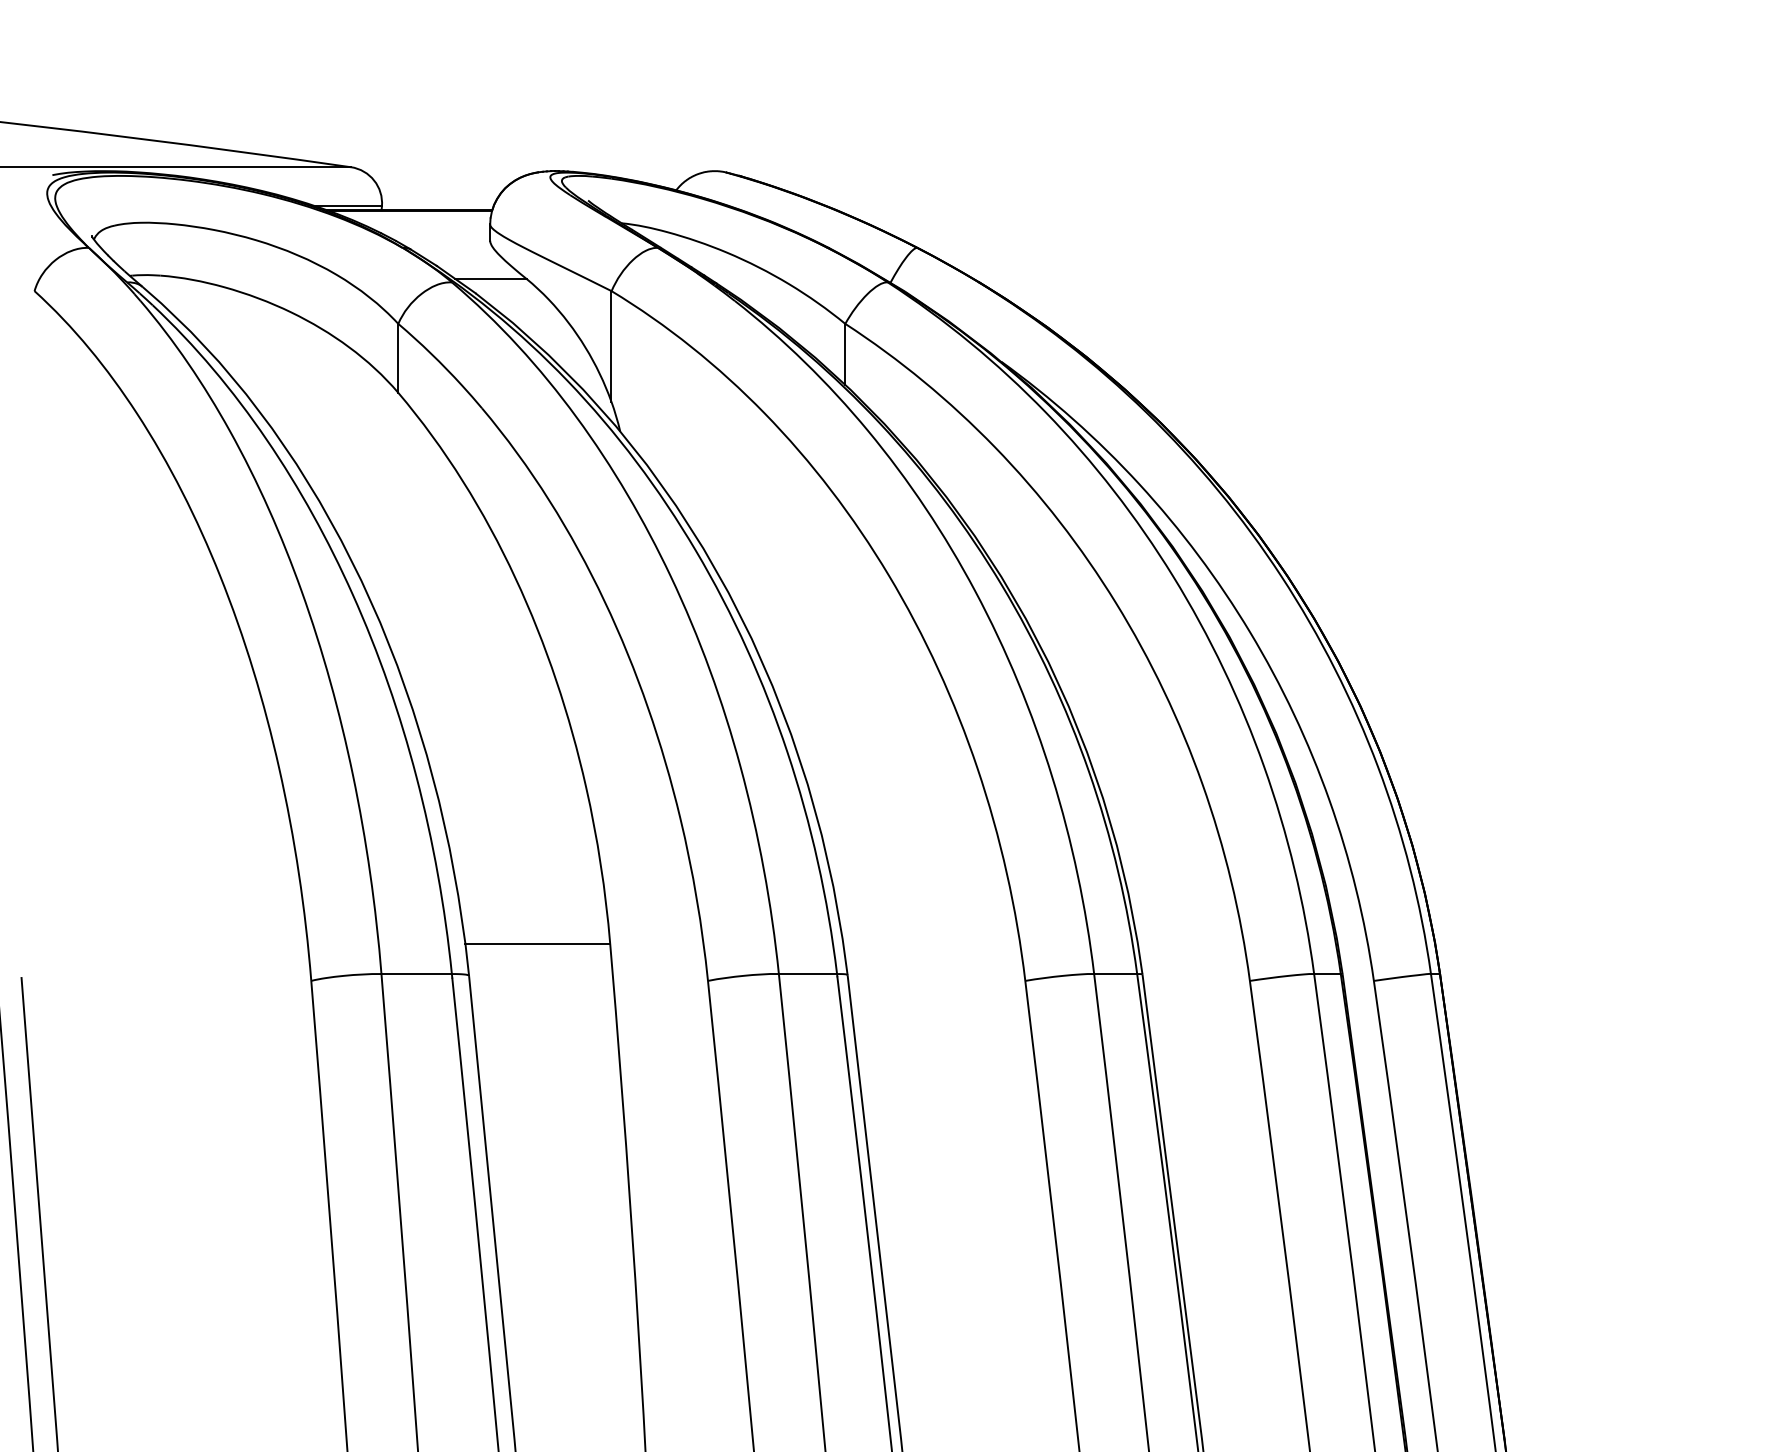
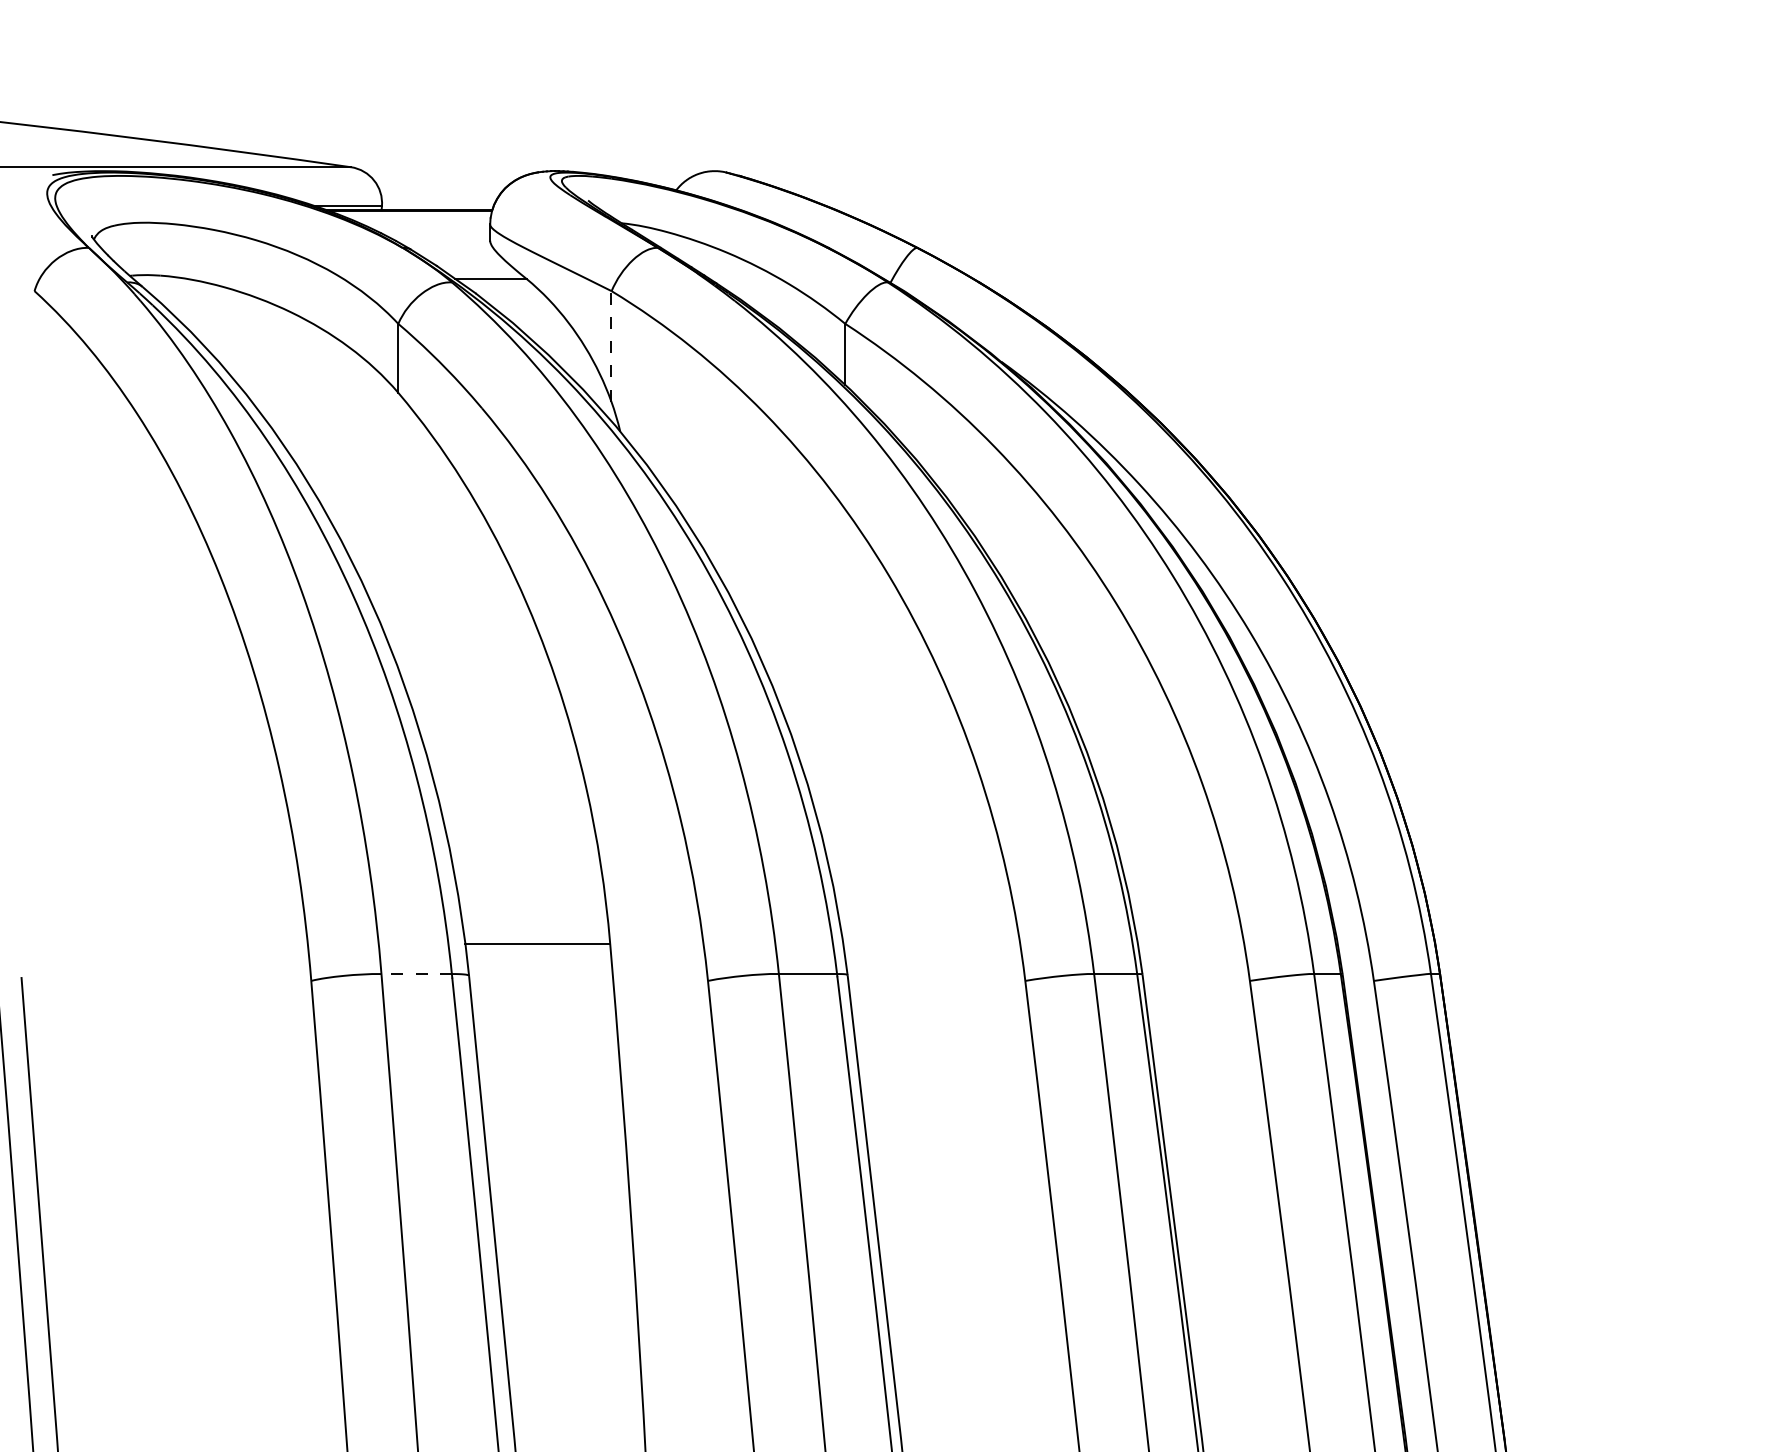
line at (611, 345): solid -> dashed
line at (416, 974): solid -> dashed
